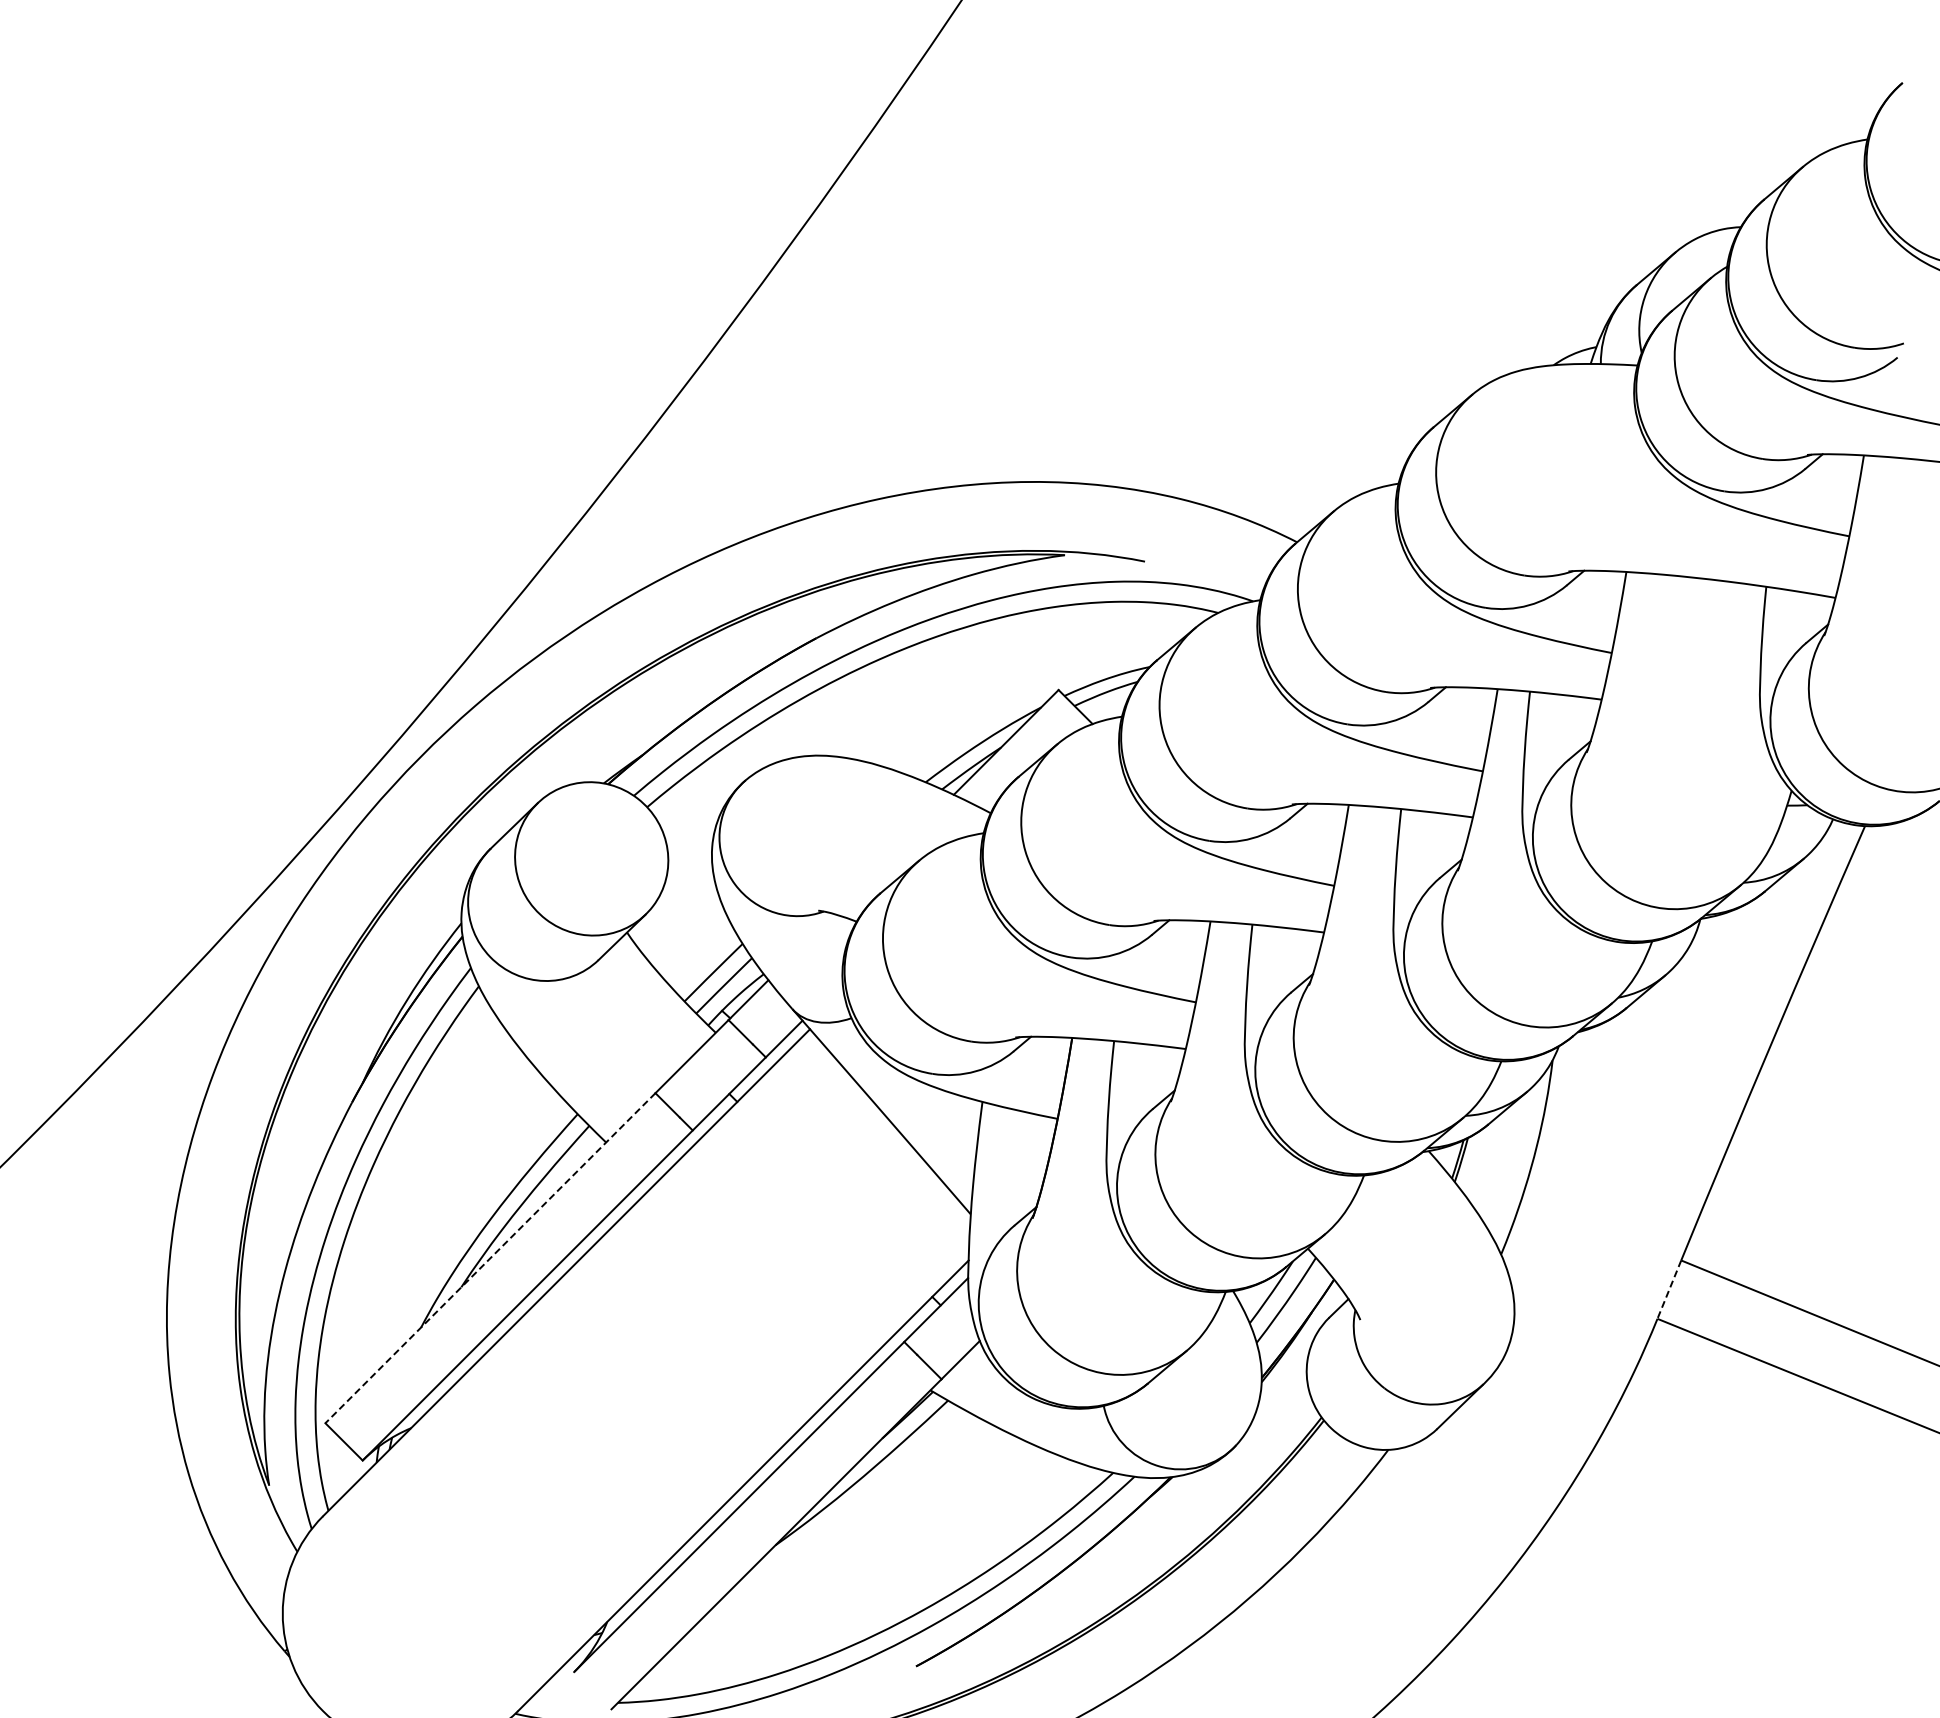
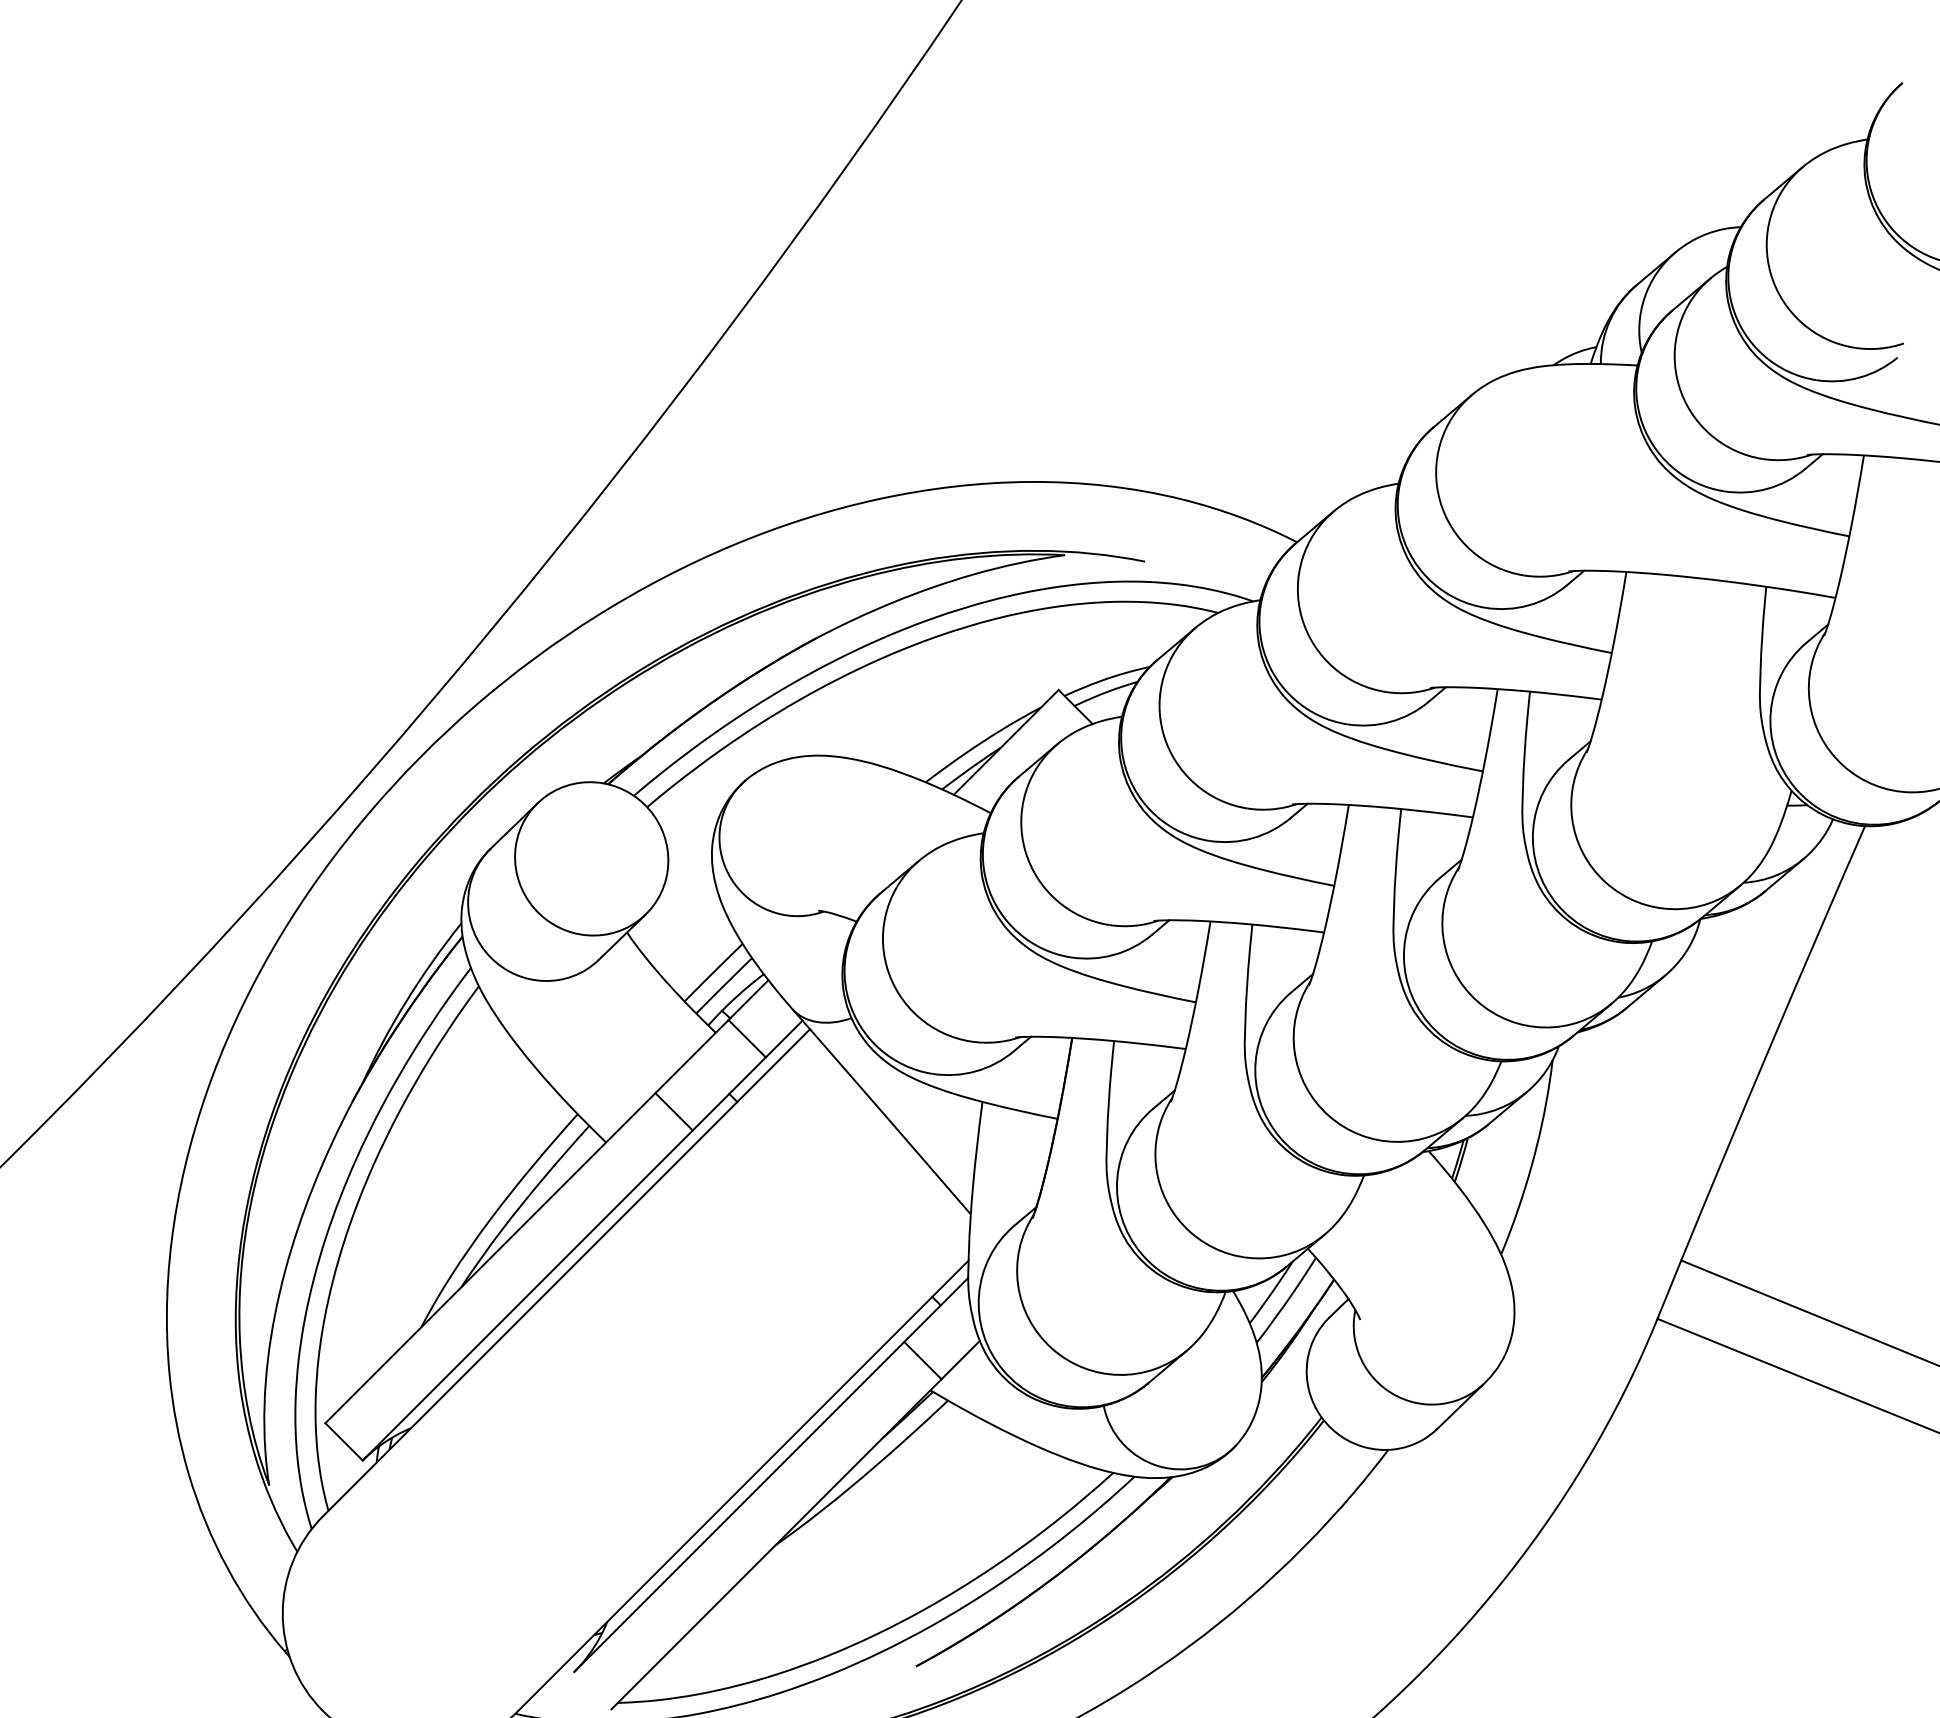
line at (490, 1258): dashed -> solid
line at (1669, 1289): dashed -> solid
